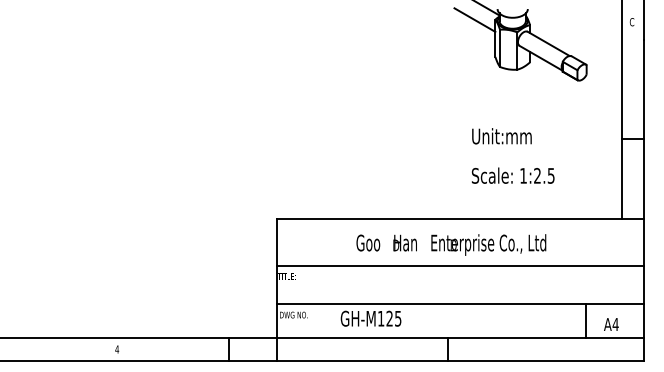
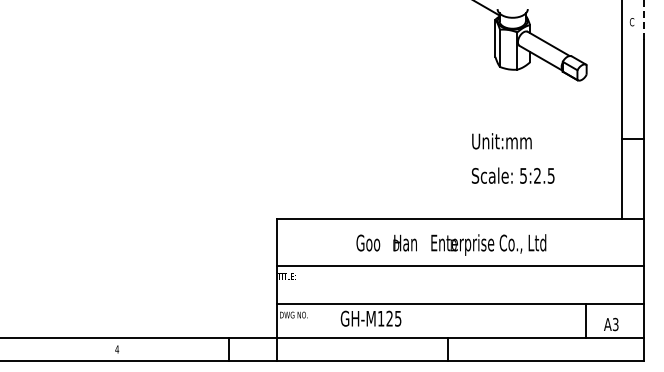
line at (474, 19): present -> none
line at (644, 19): solid -> dashed
text at (501, 136) position: (501, 136) -> (501, 141)
text at (523, 175): 1:2.5 -> 5:2.5
text at (615, 324): A4 -> A3
